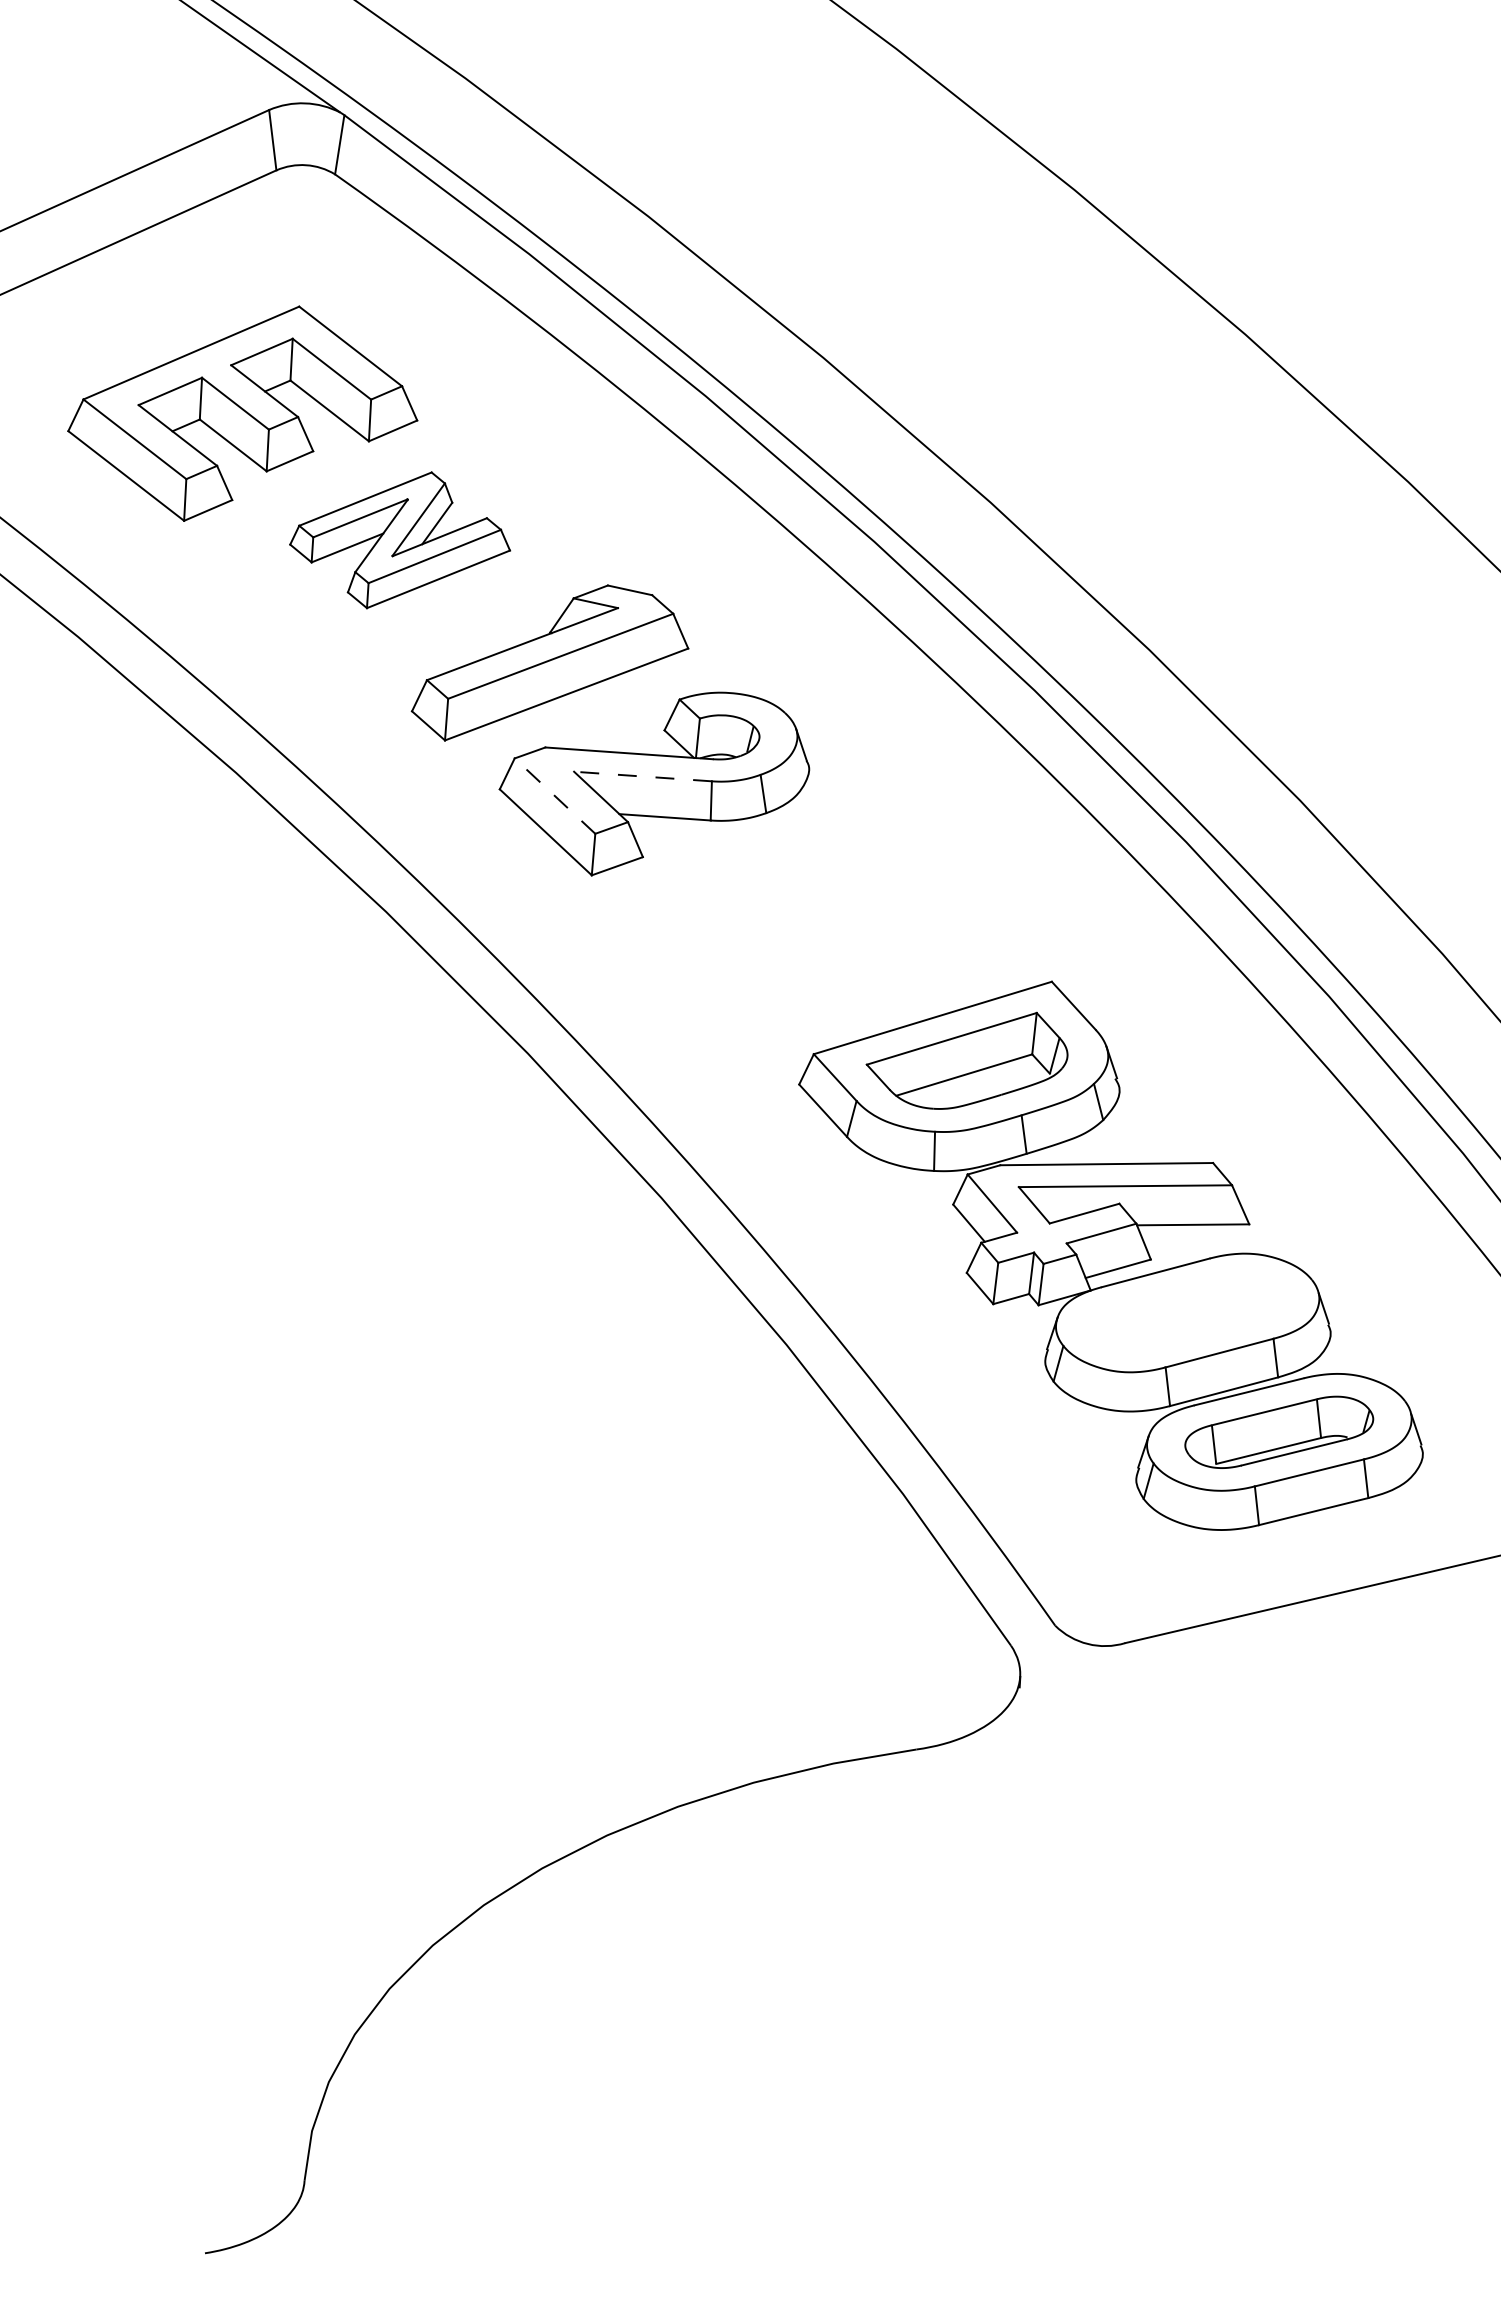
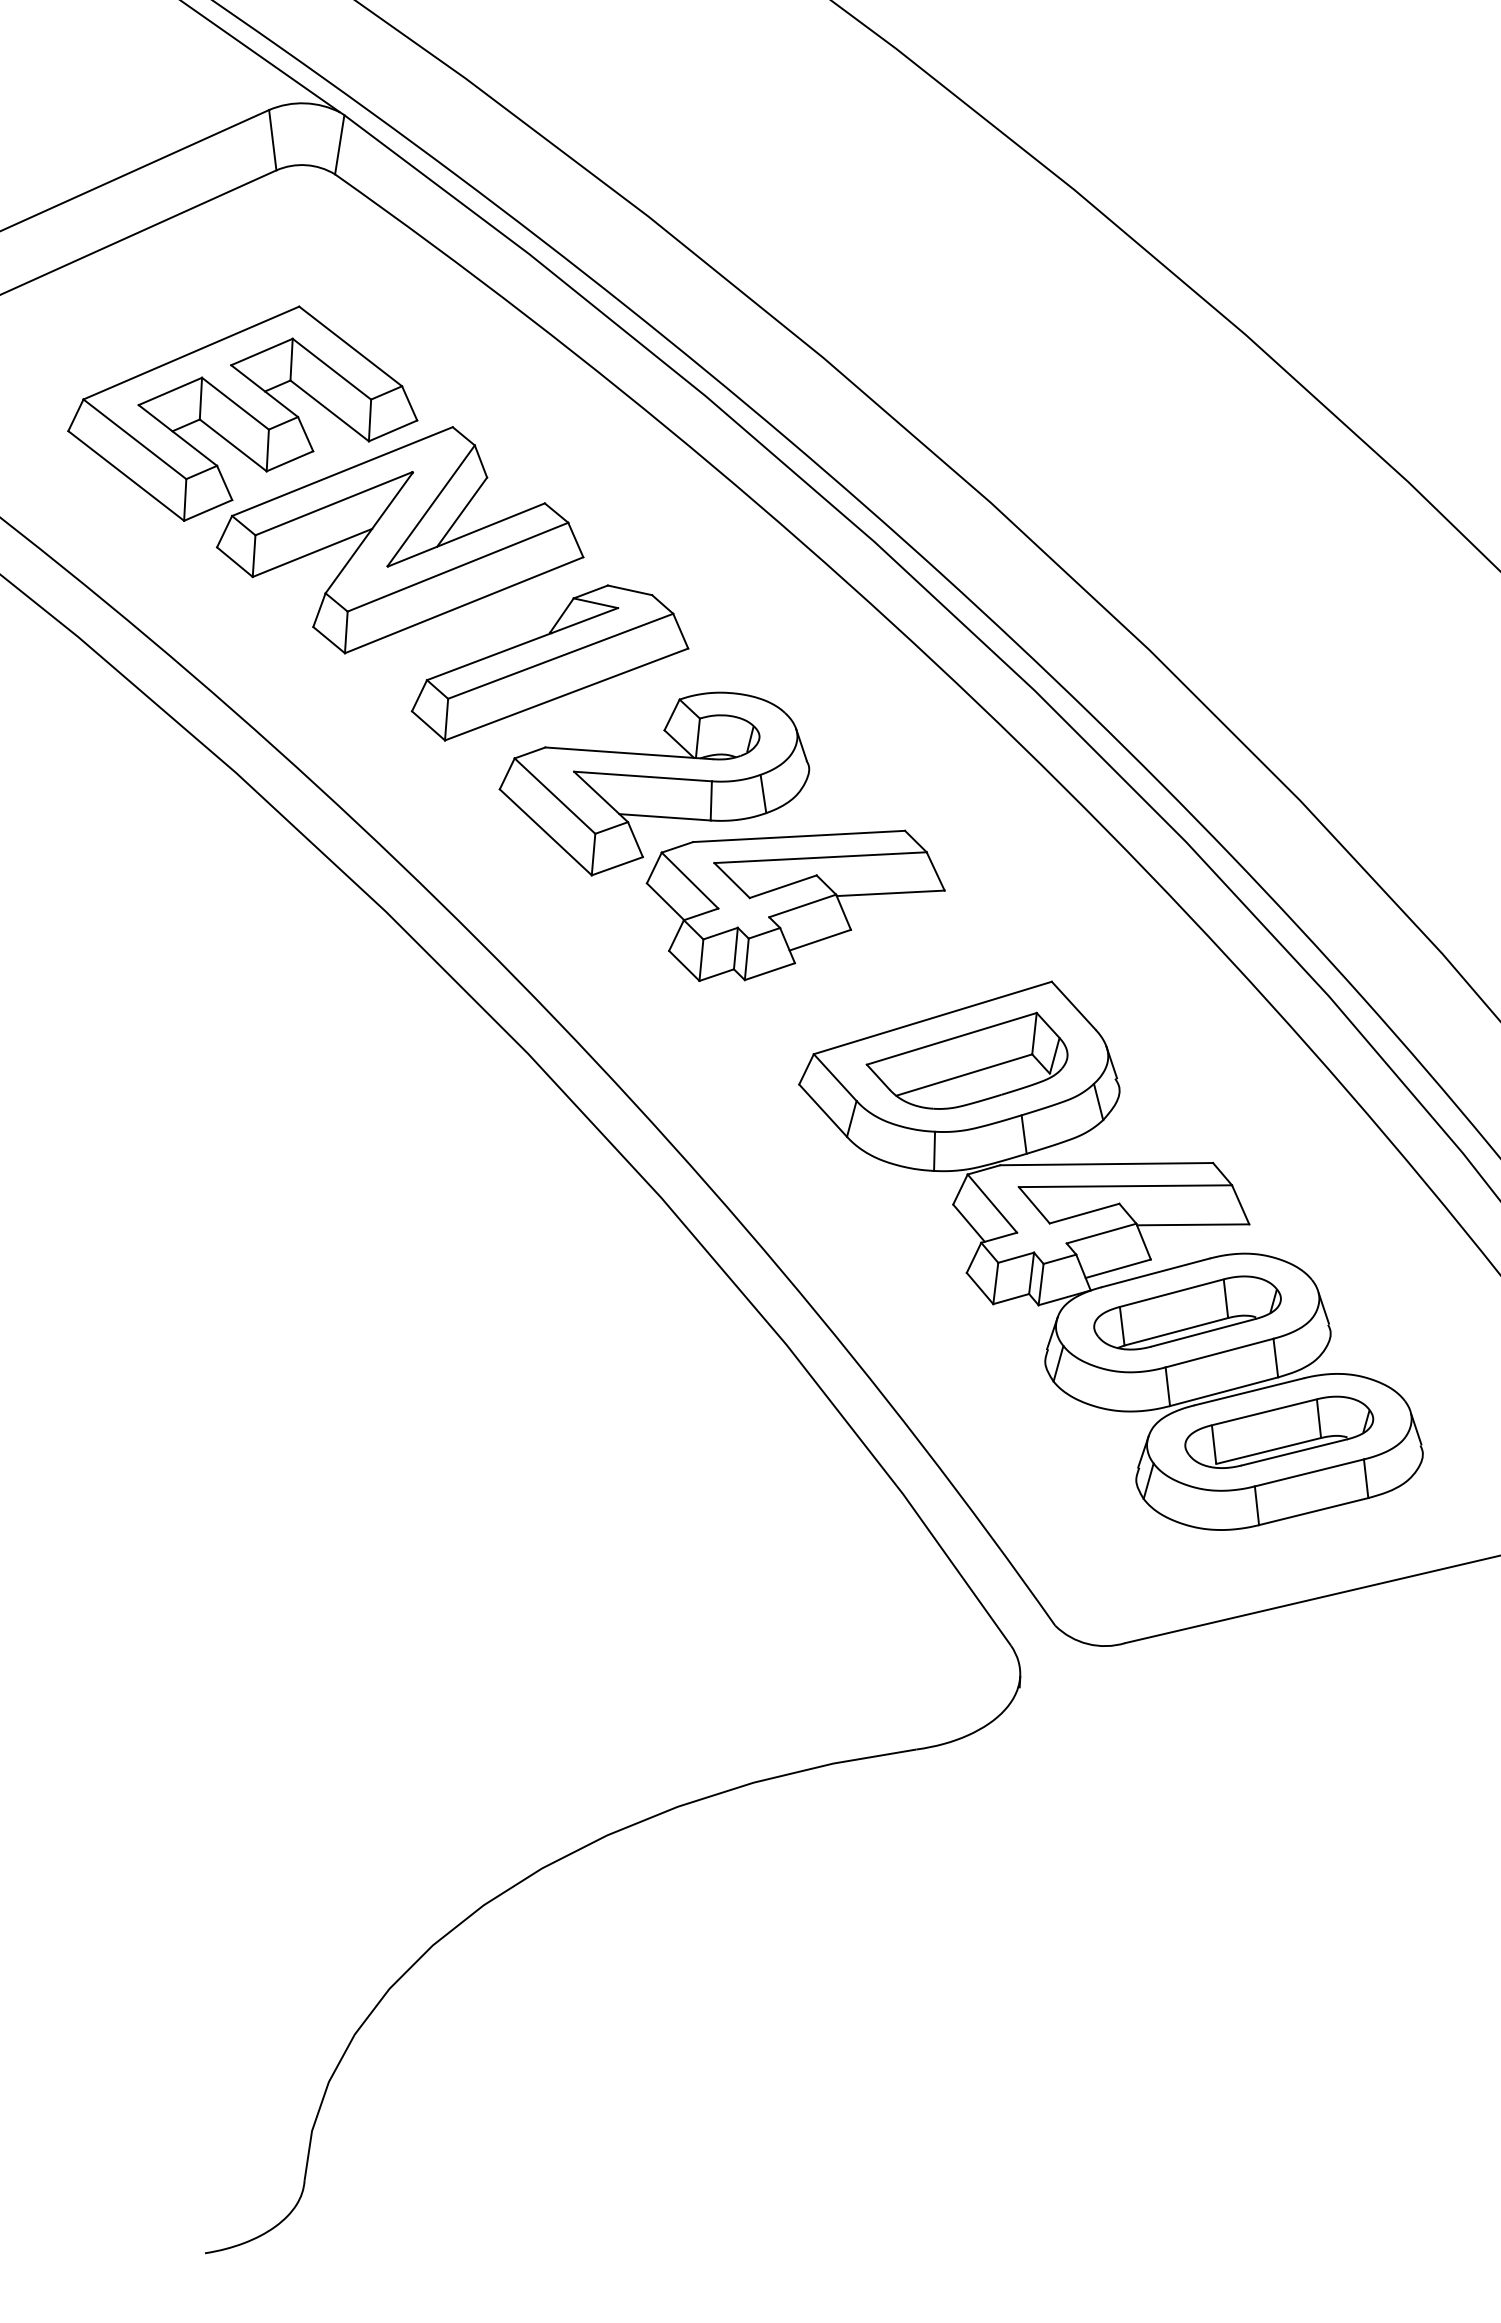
part at (400, 540) size: 223x139 px -> 370x229 px
line at (642, 776): dashed -> solid
line at (554, 795): dashed -> solid
part at (795, 905): none -> present
part at (1187, 1312): none -> present
